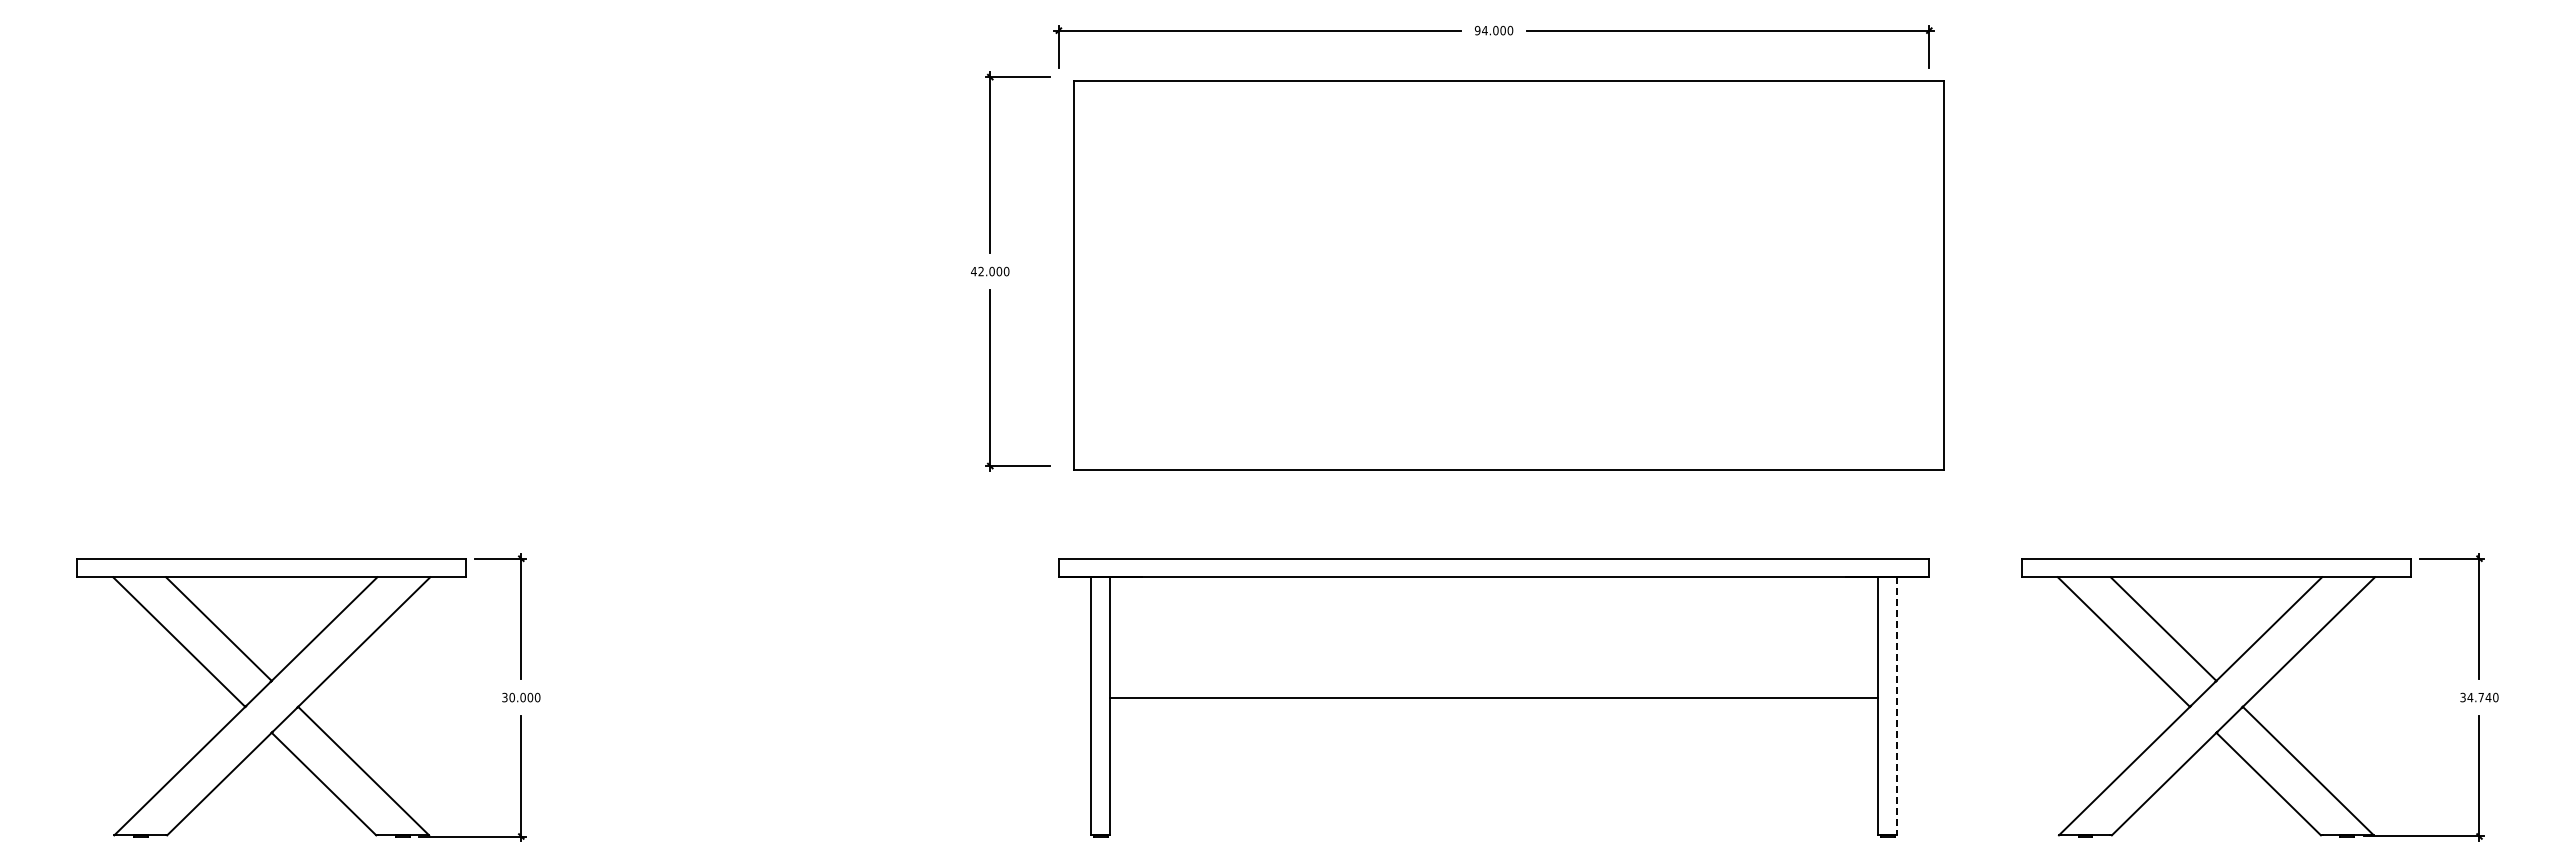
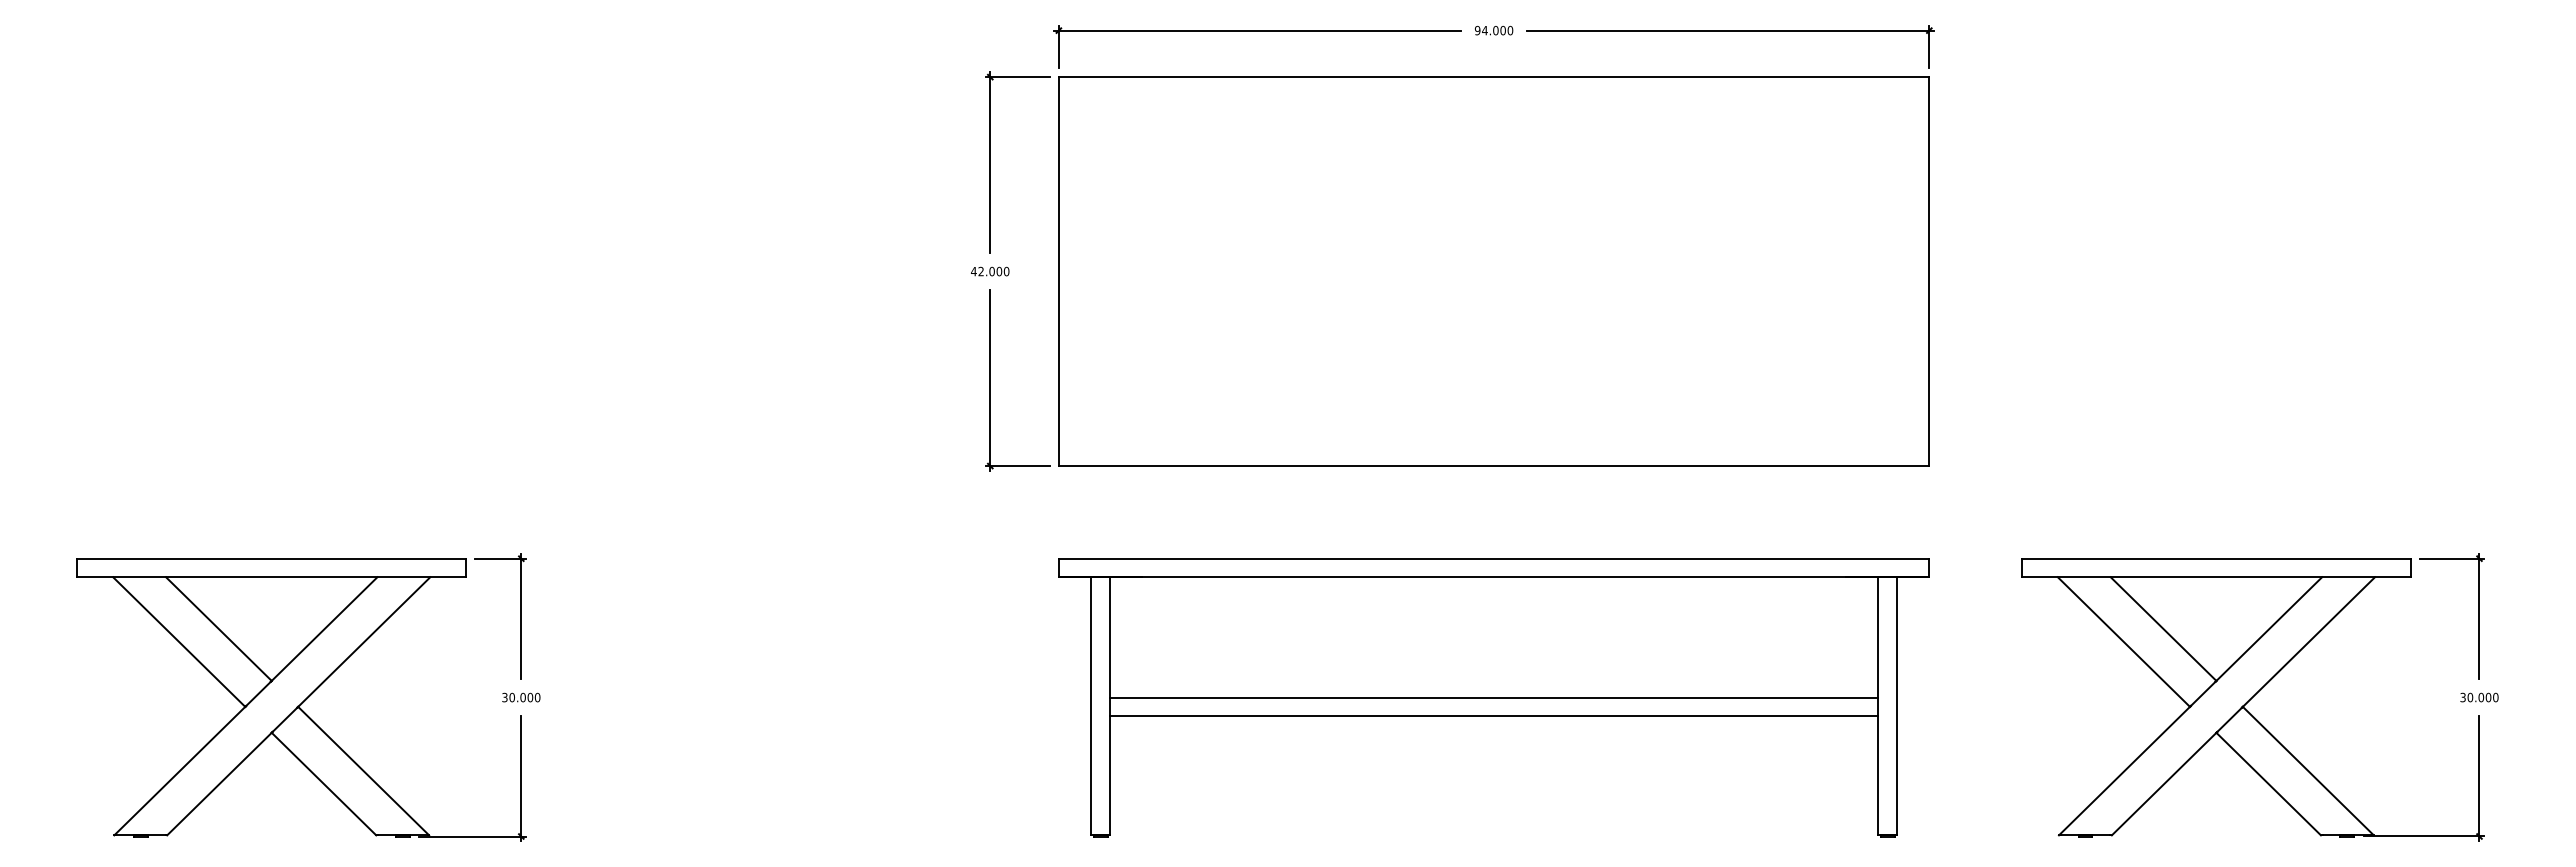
part at (1508, 275) position: (1508, 275) -> (1493, 271)
text at (2479, 697): 34.740 -> 30.000
line at (1896, 706): dashed -> solid
line at (1493, 716): none -> present
